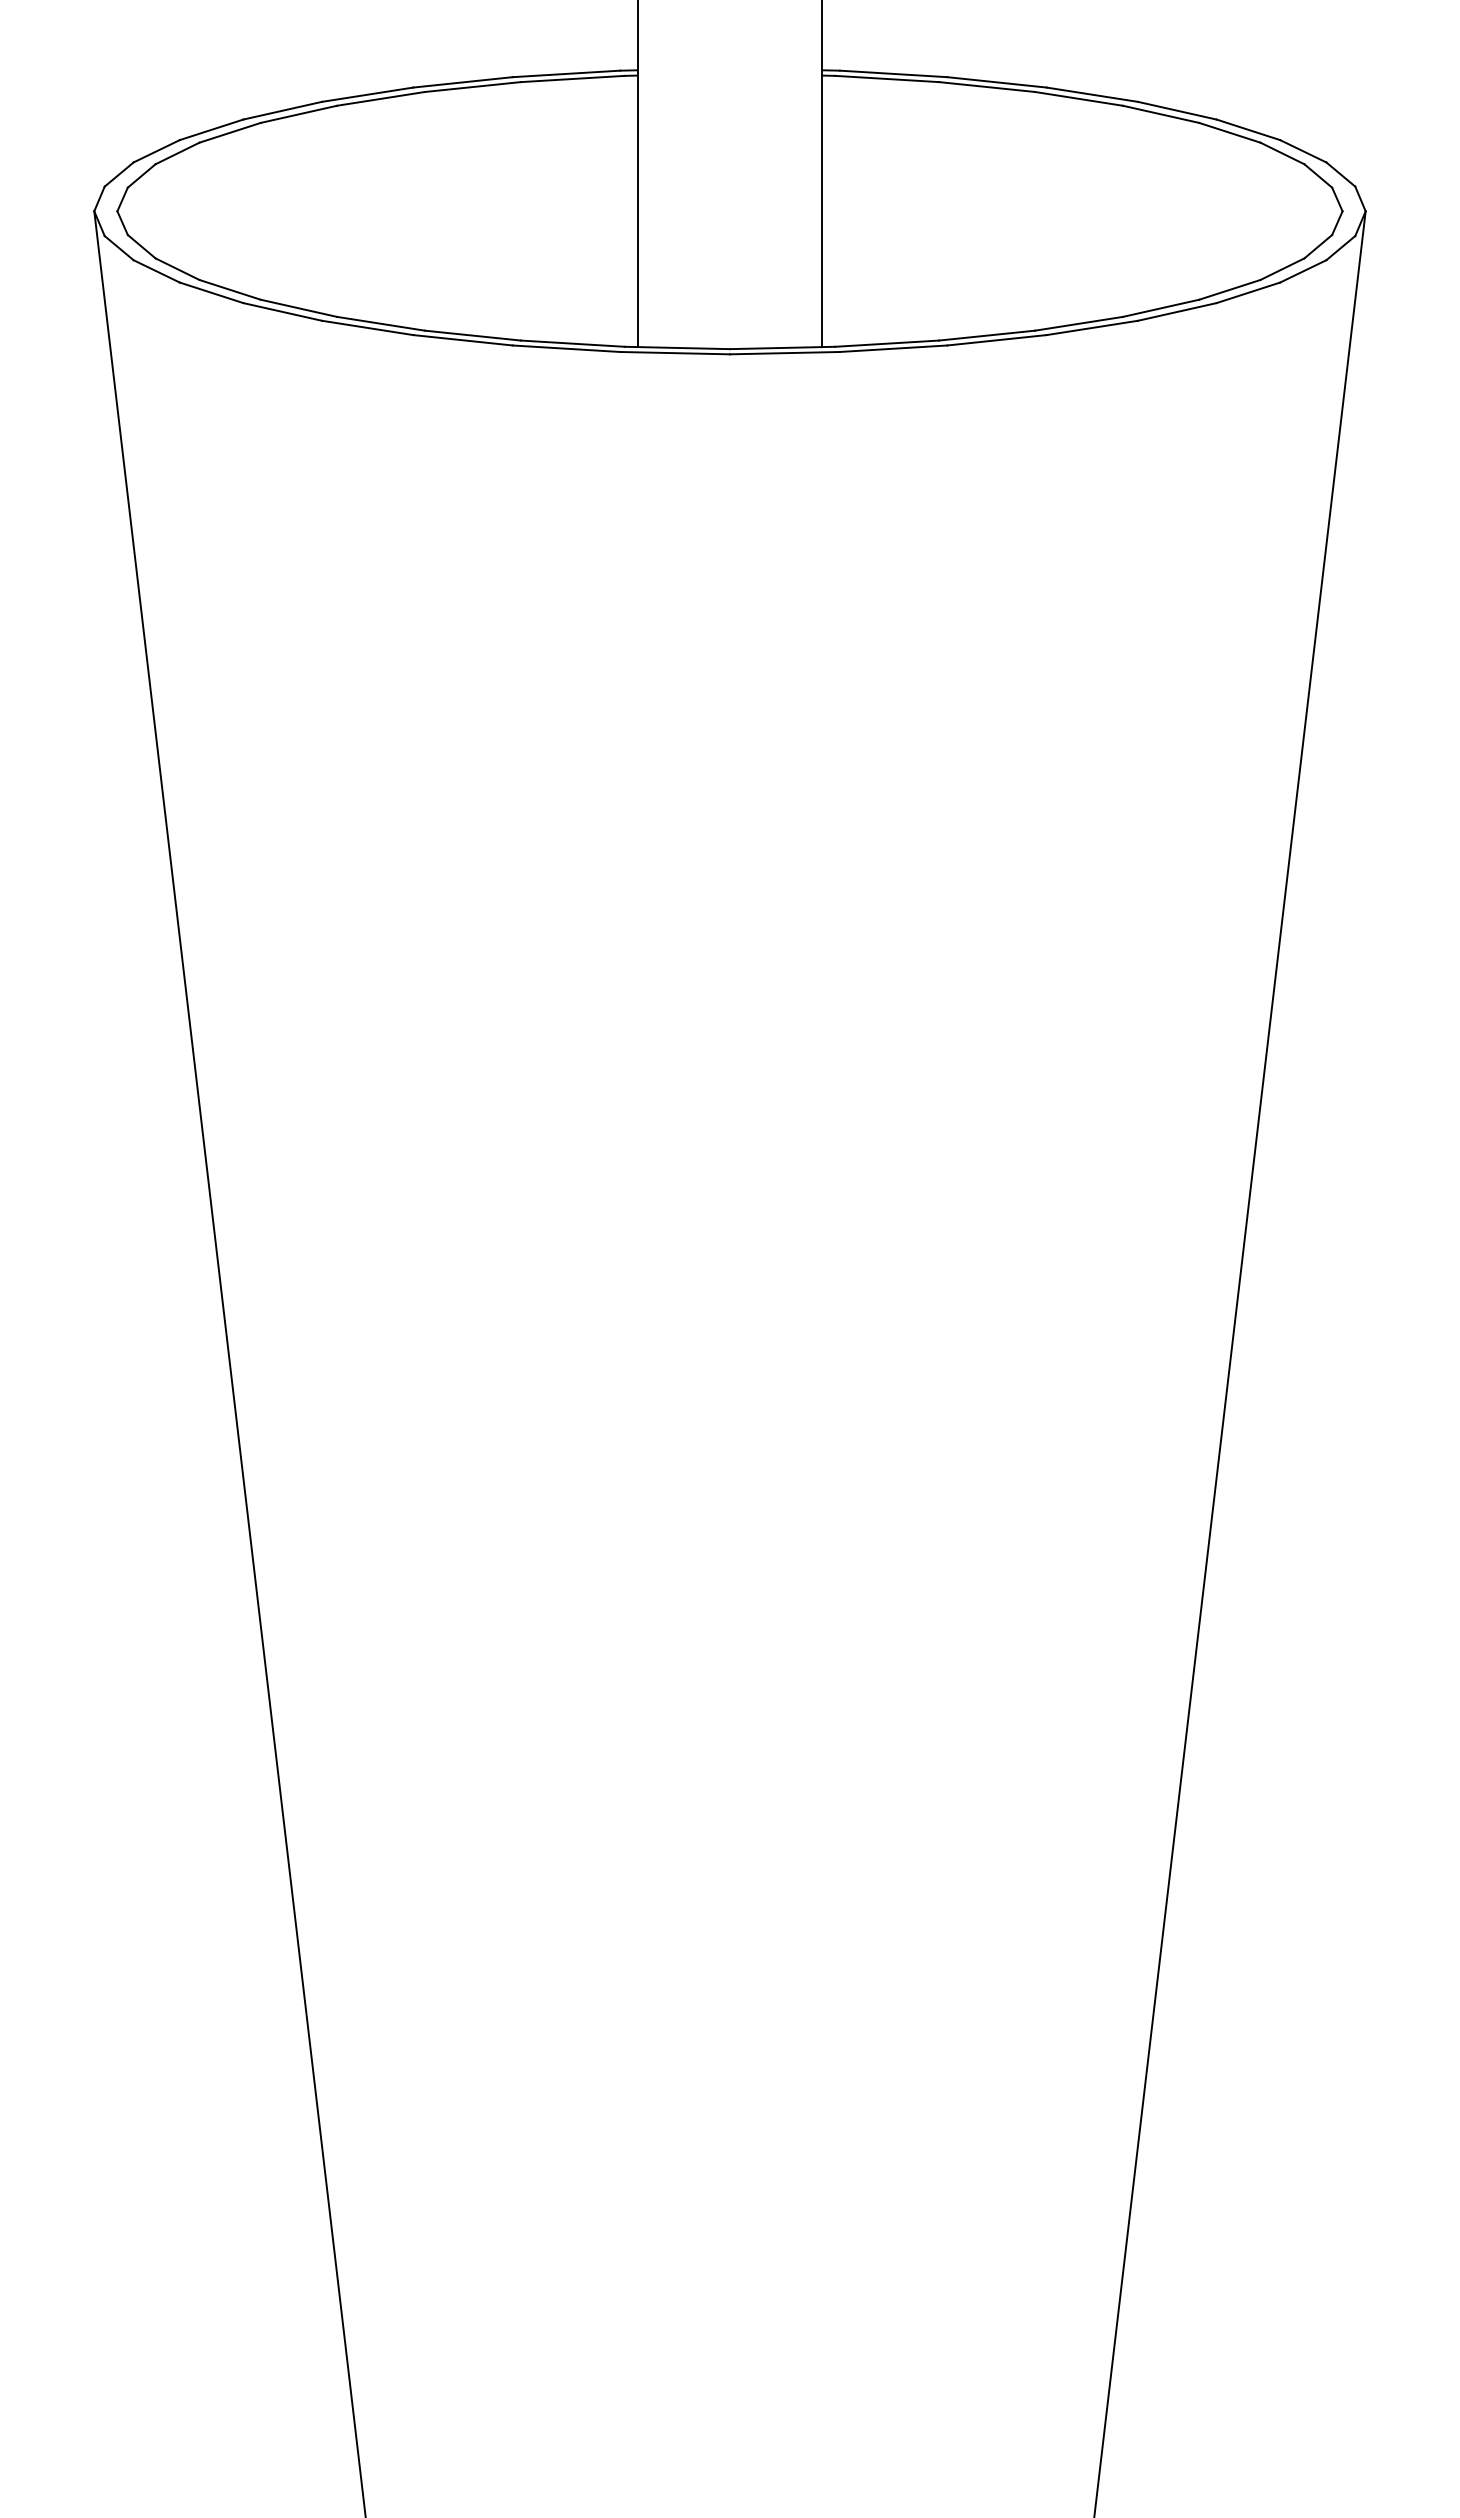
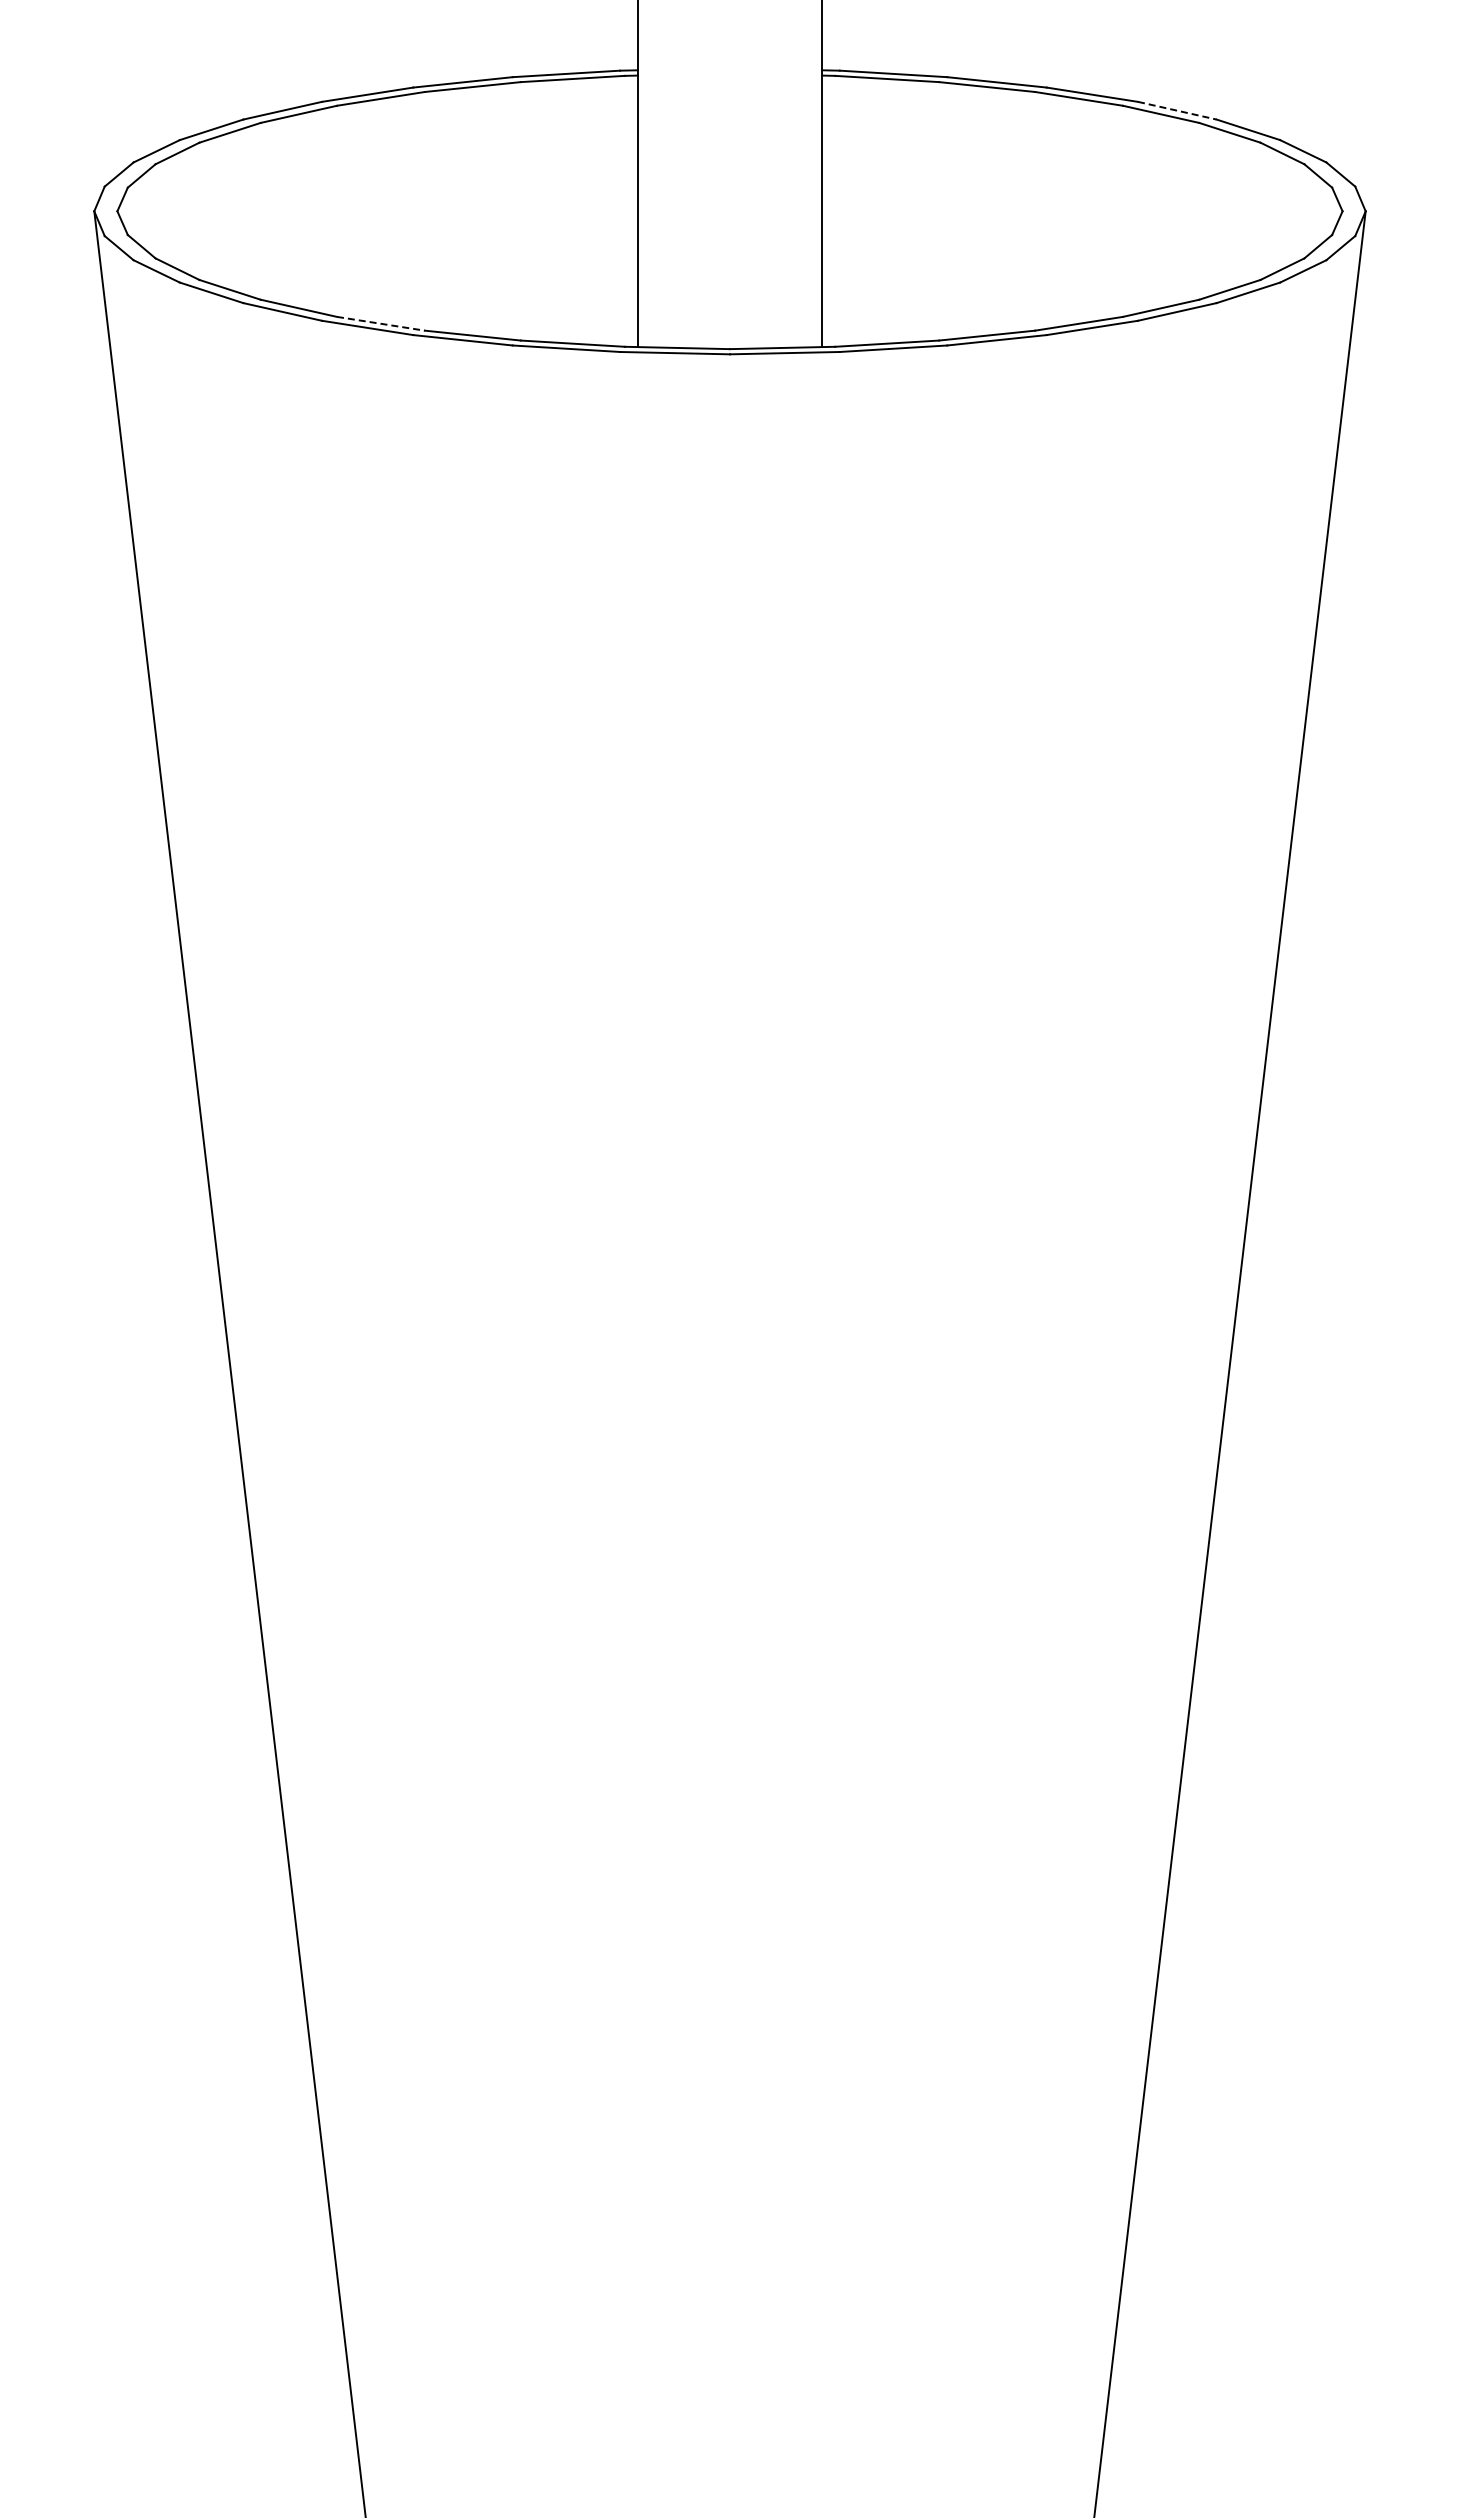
line at (1177, 110): solid -> dashed
line at (381, 323): solid -> dashed
